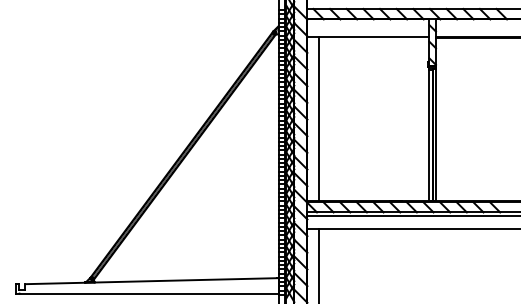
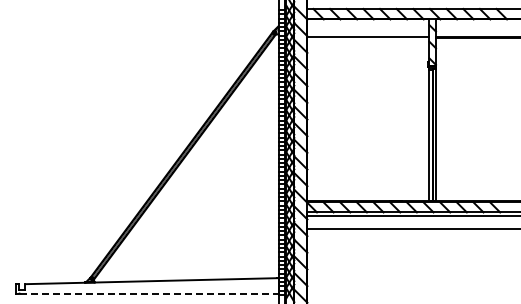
line at (318, 119): present -> none
line at (318, 264): present -> none
line at (149, 294): solid -> dashed
